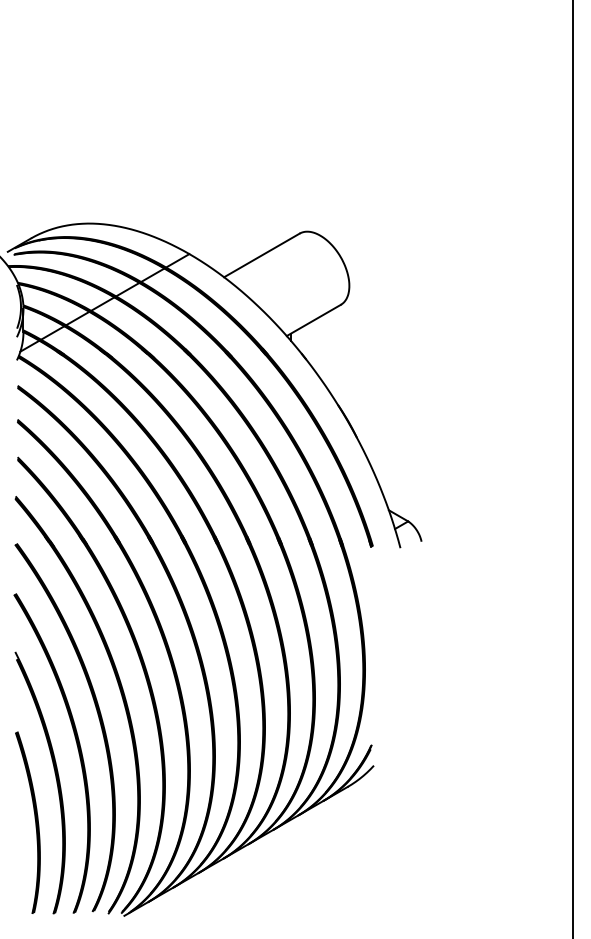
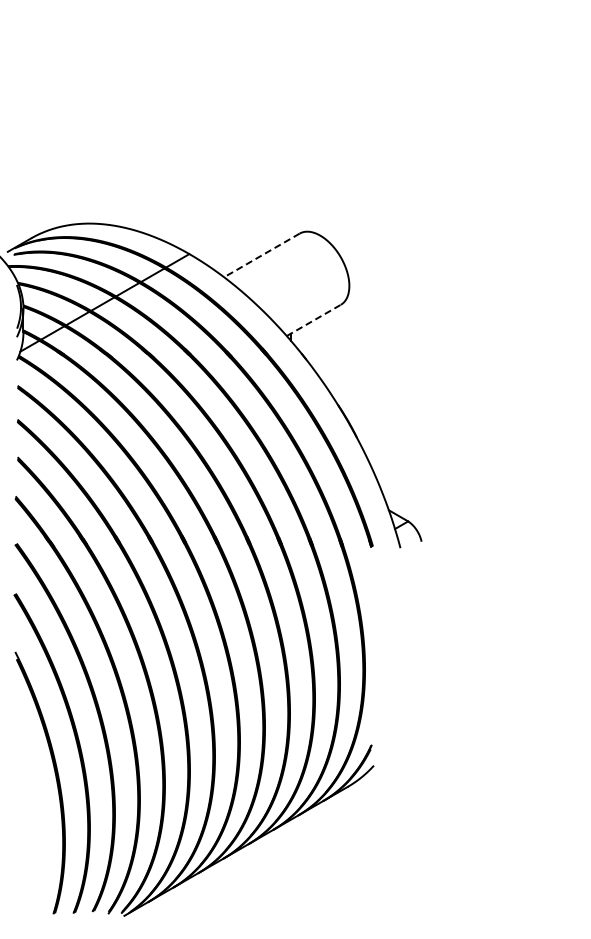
line at (261, 255): solid -> dashed
line at (314, 320): solid -> dashed
line at (573, 468): present -> none
part at (34, 819): present -> none
